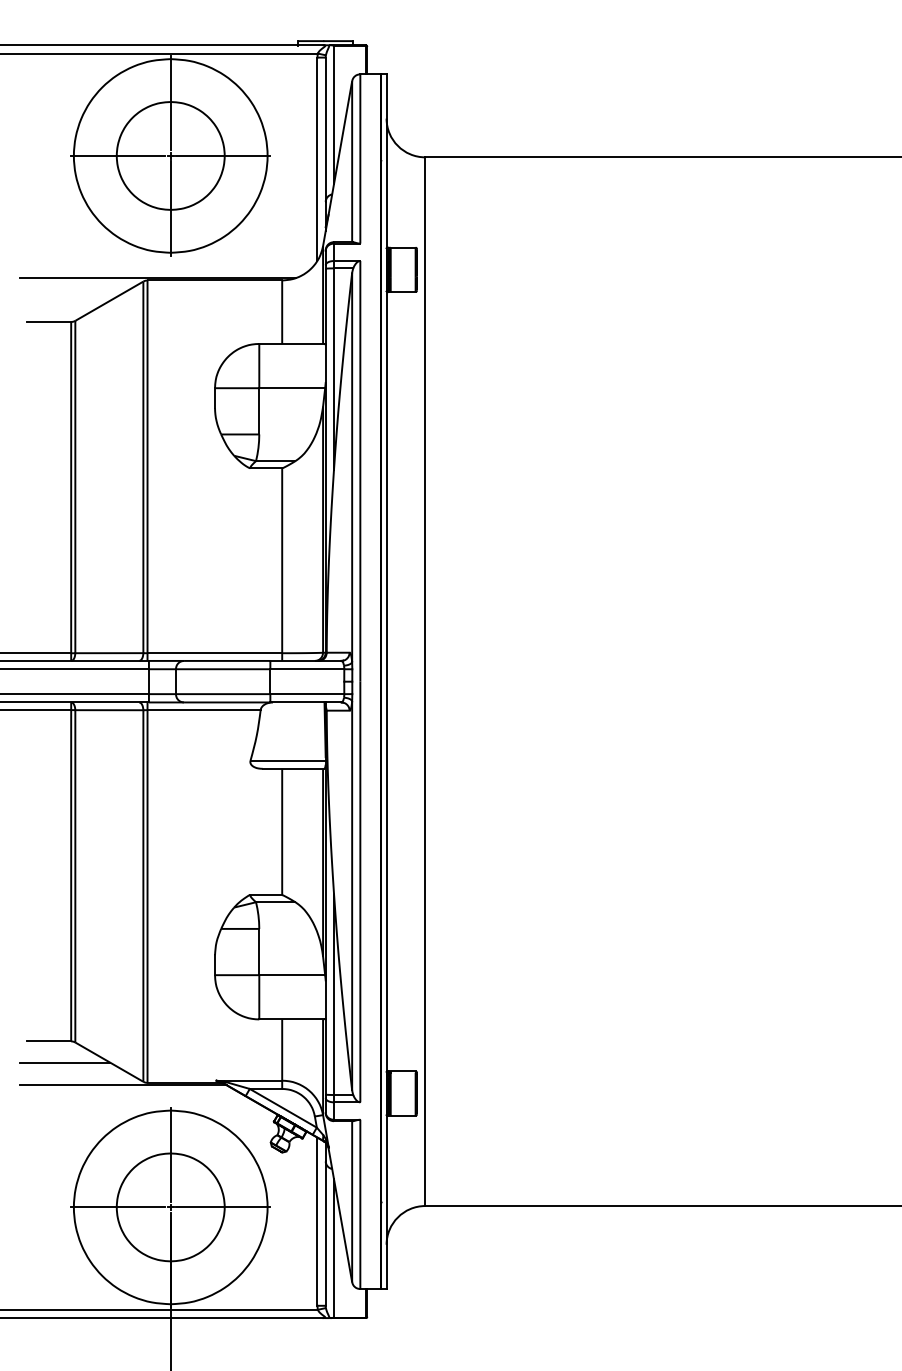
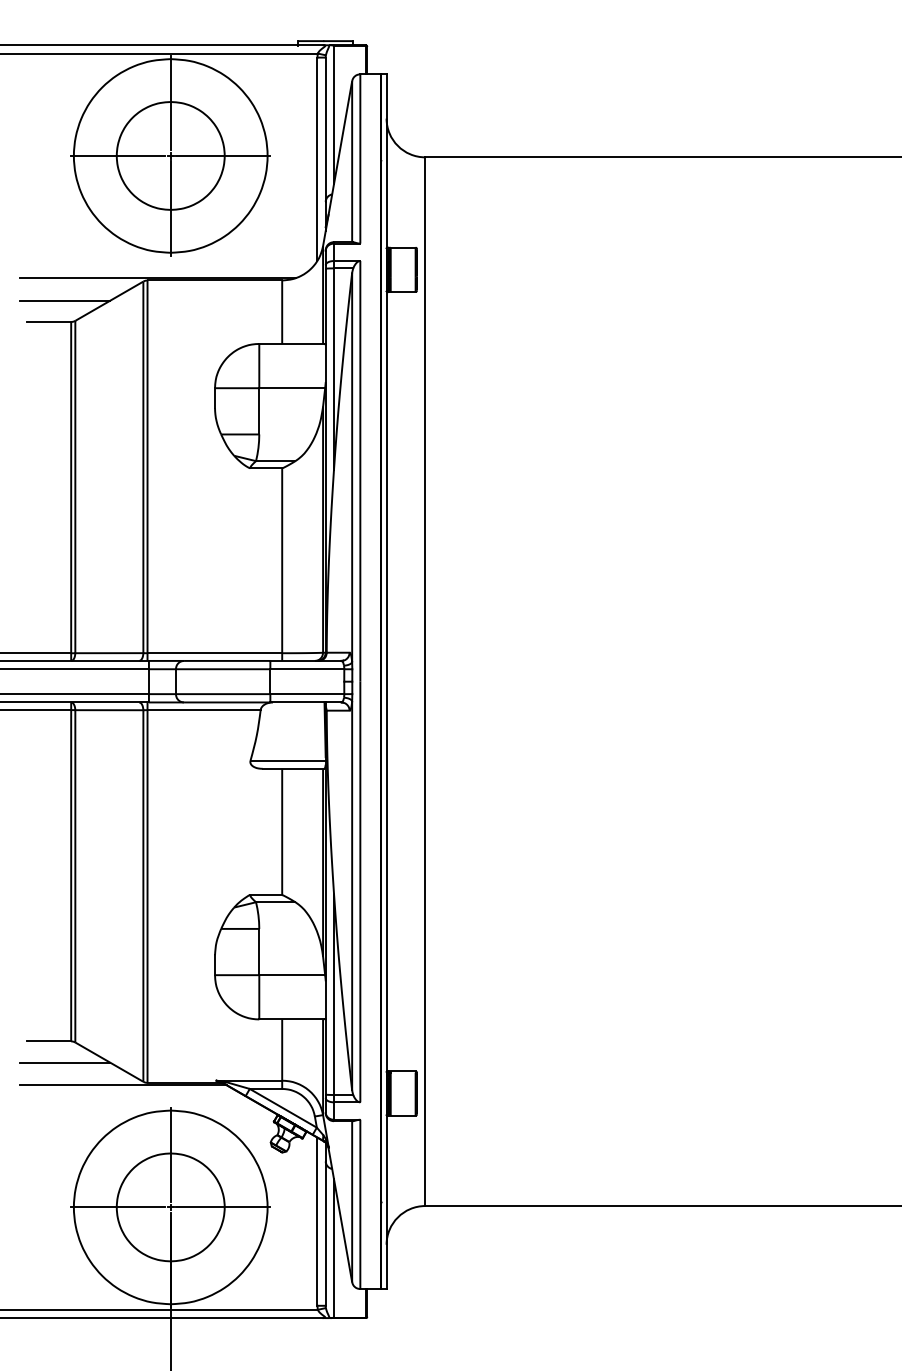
line at (64, 300): none -> present
